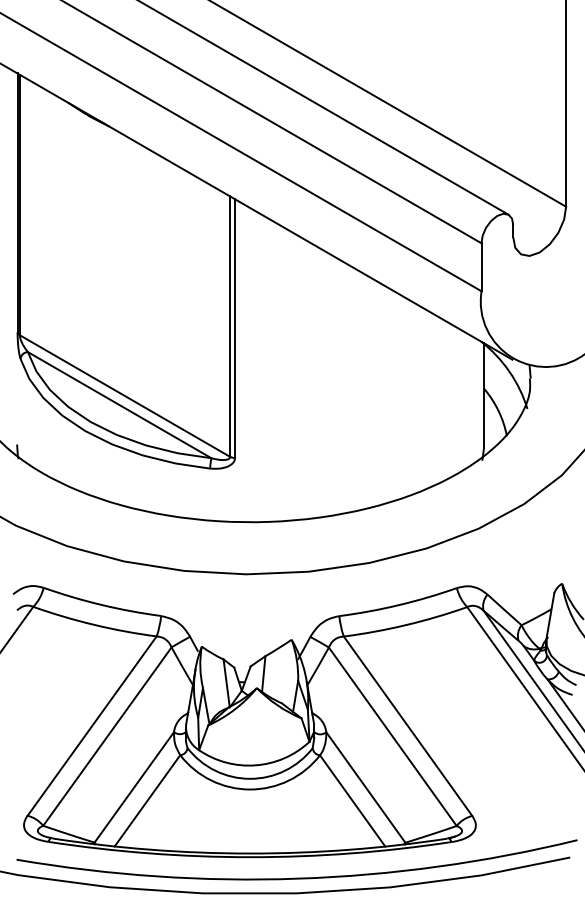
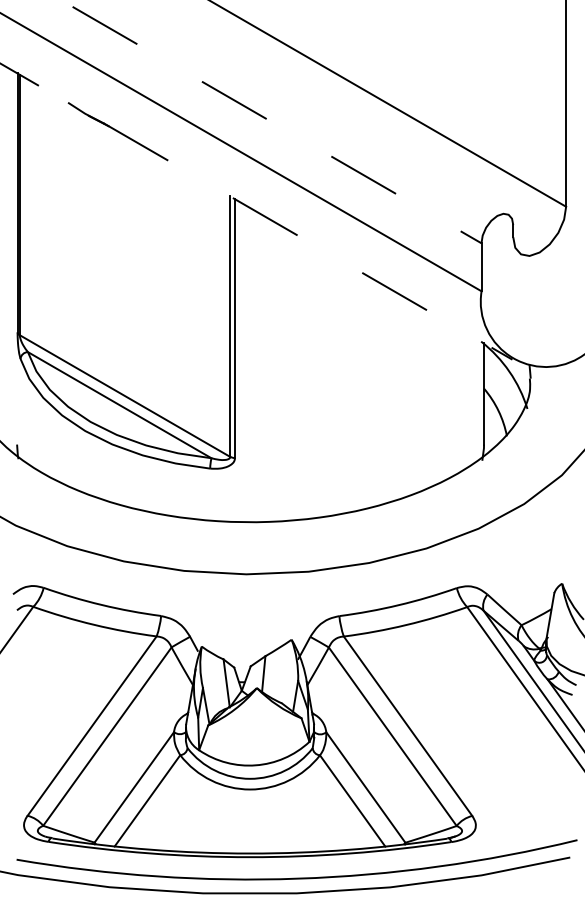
line at (324, 108): present -> none
line at (271, 121): solid -> dashed
line at (256, 211): solid -> dashed
